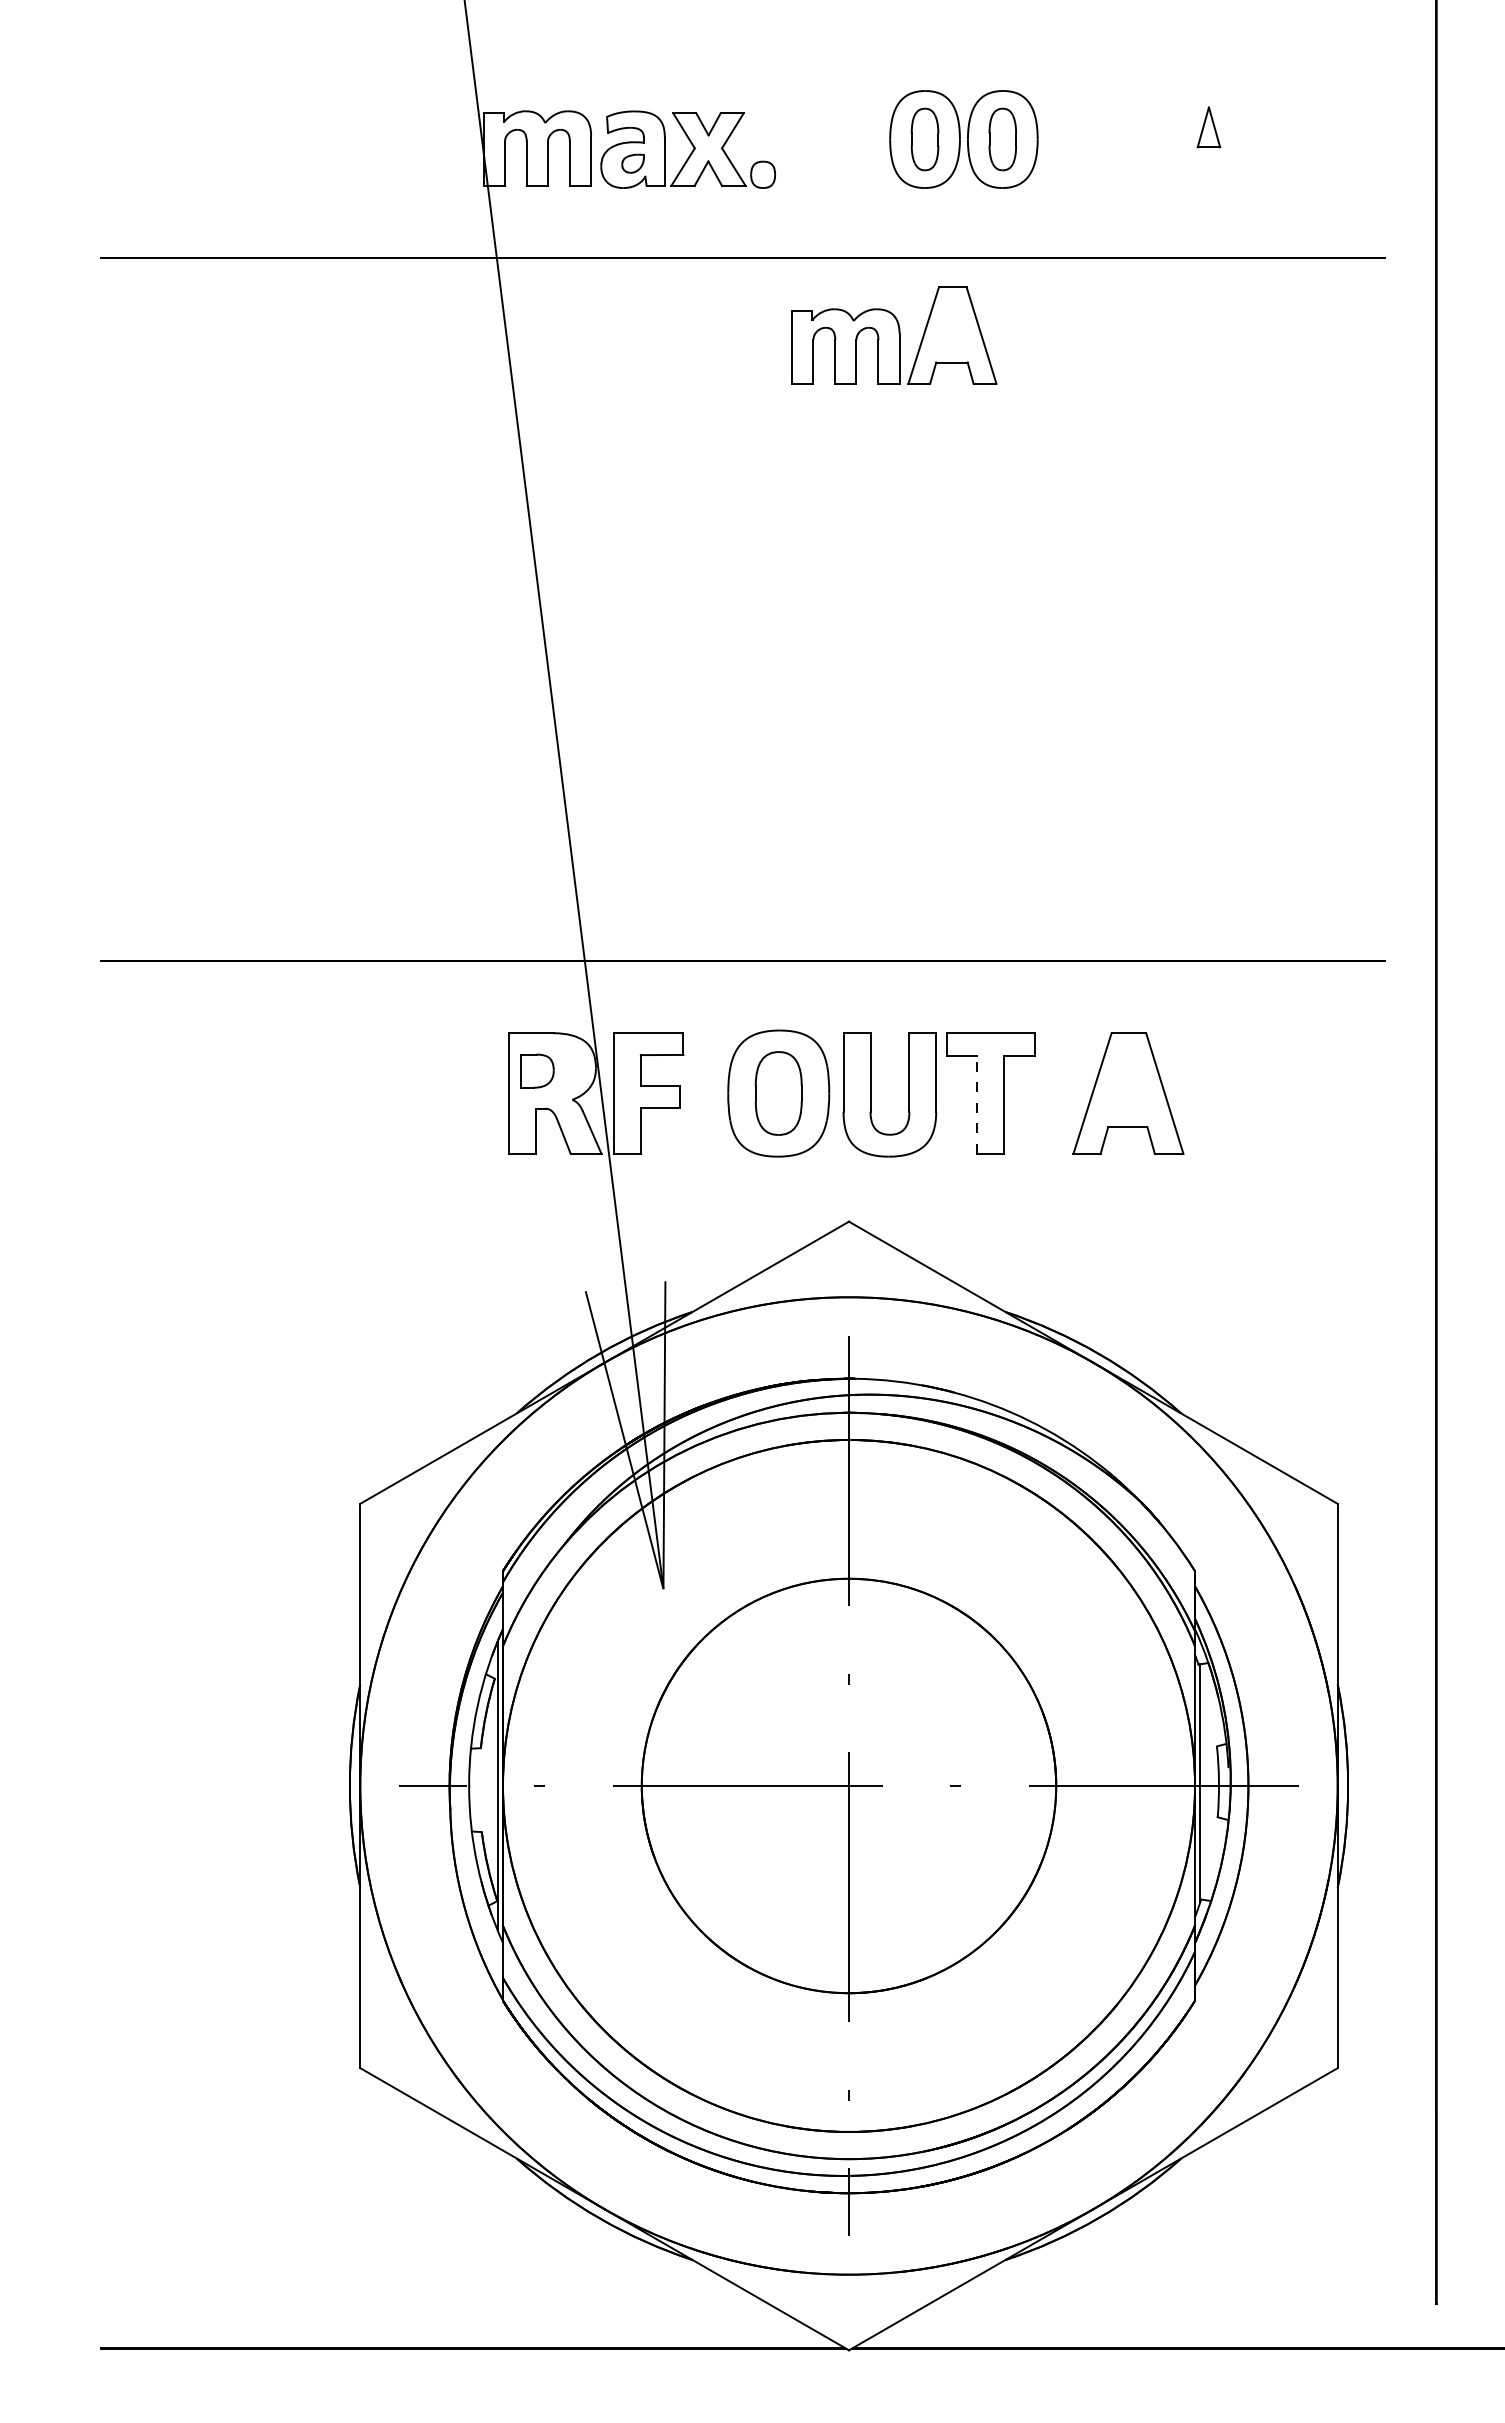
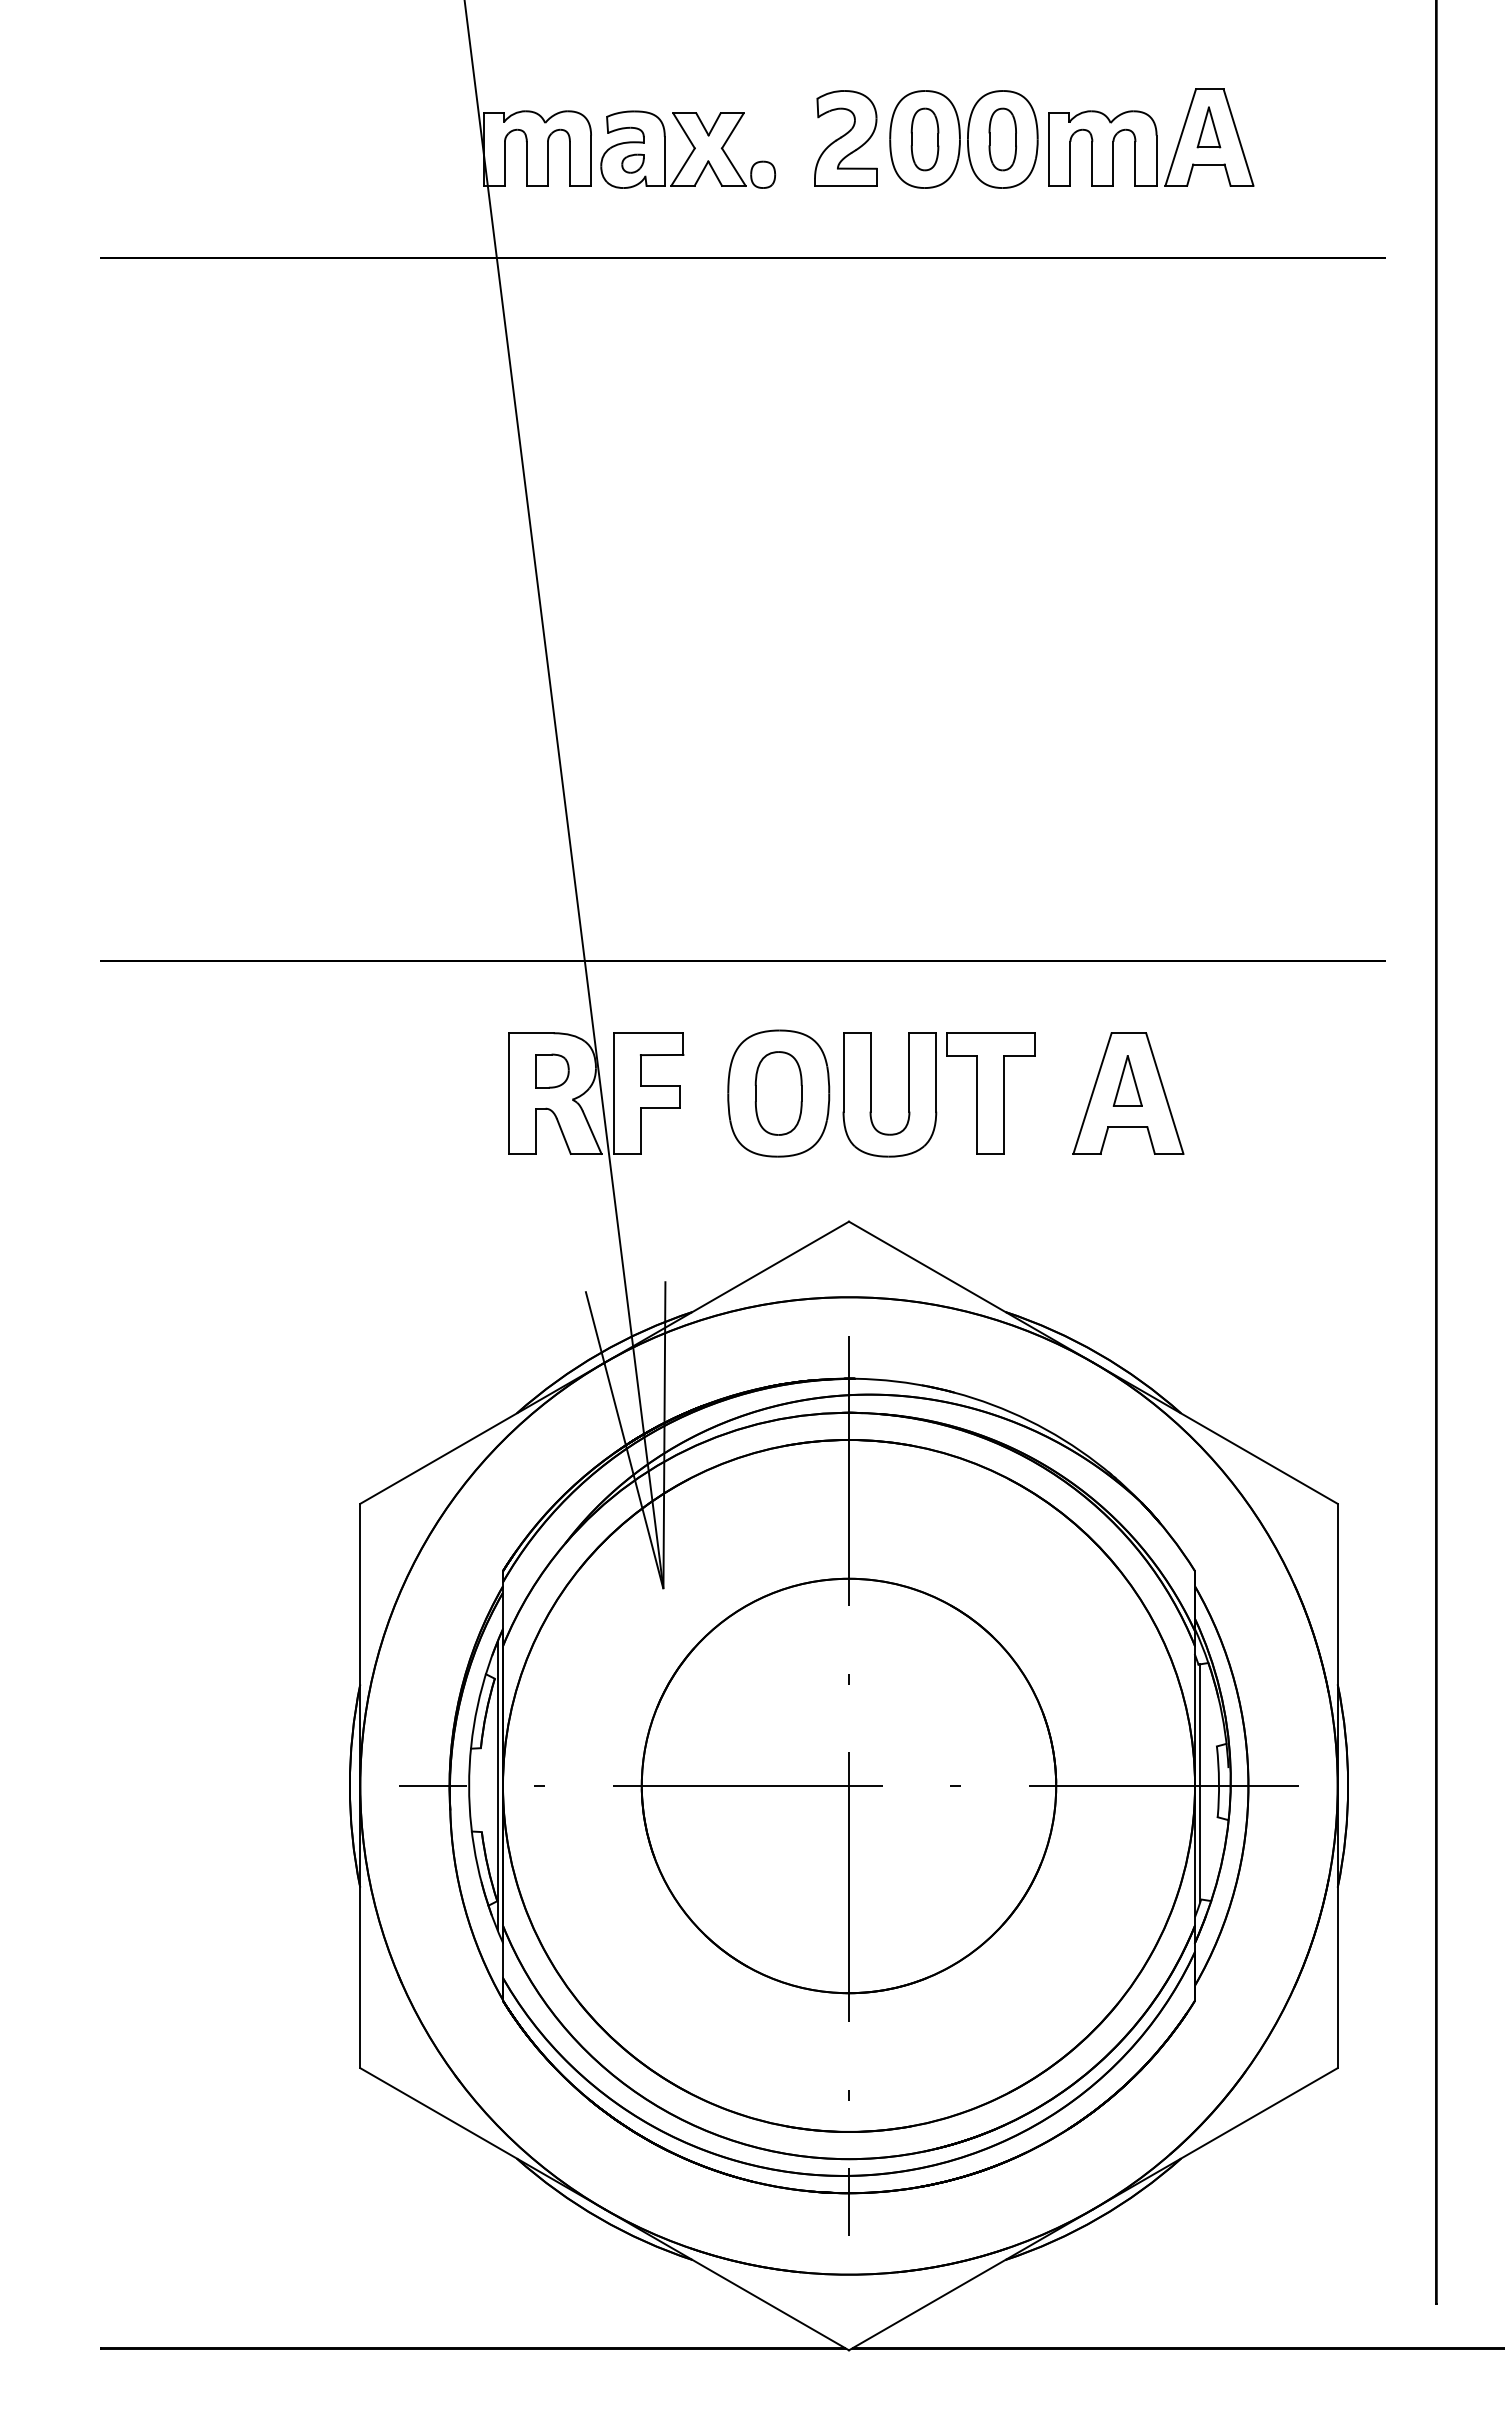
part at (845, 138): none -> present
part at (894, 335) position: (894, 335) -> (1151, 137)
part at (537, 1070) position: (537, 1070) -> (552, 1070)
part at (1127, 1080): none -> present
line at (977, 1104): dashed -> solid
